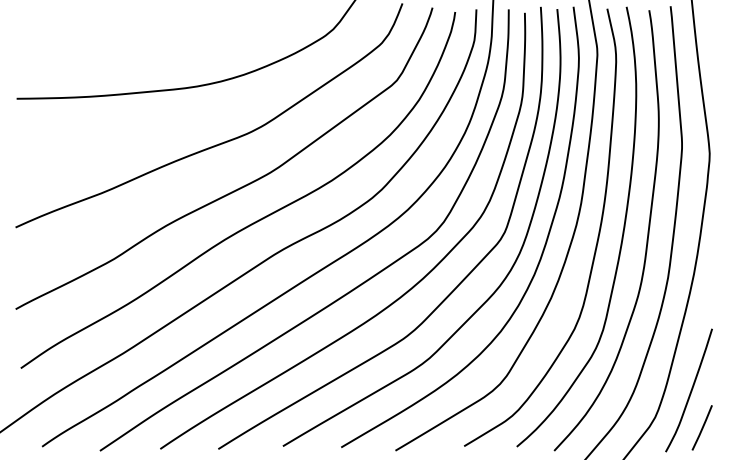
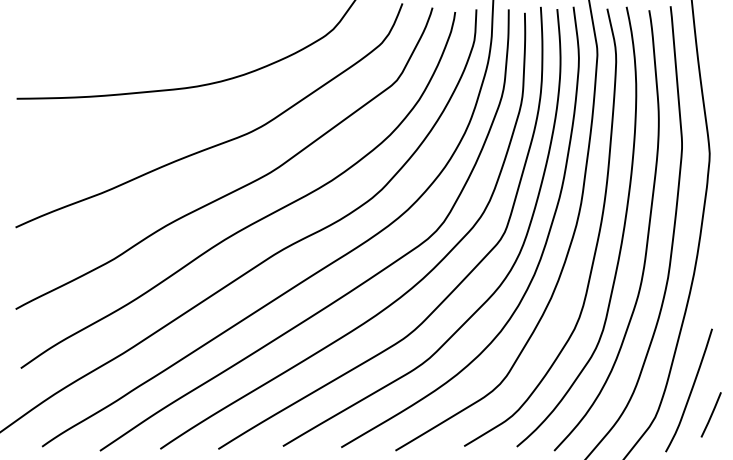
line at (701, 427) position: (701, 427) -> (710, 414)
